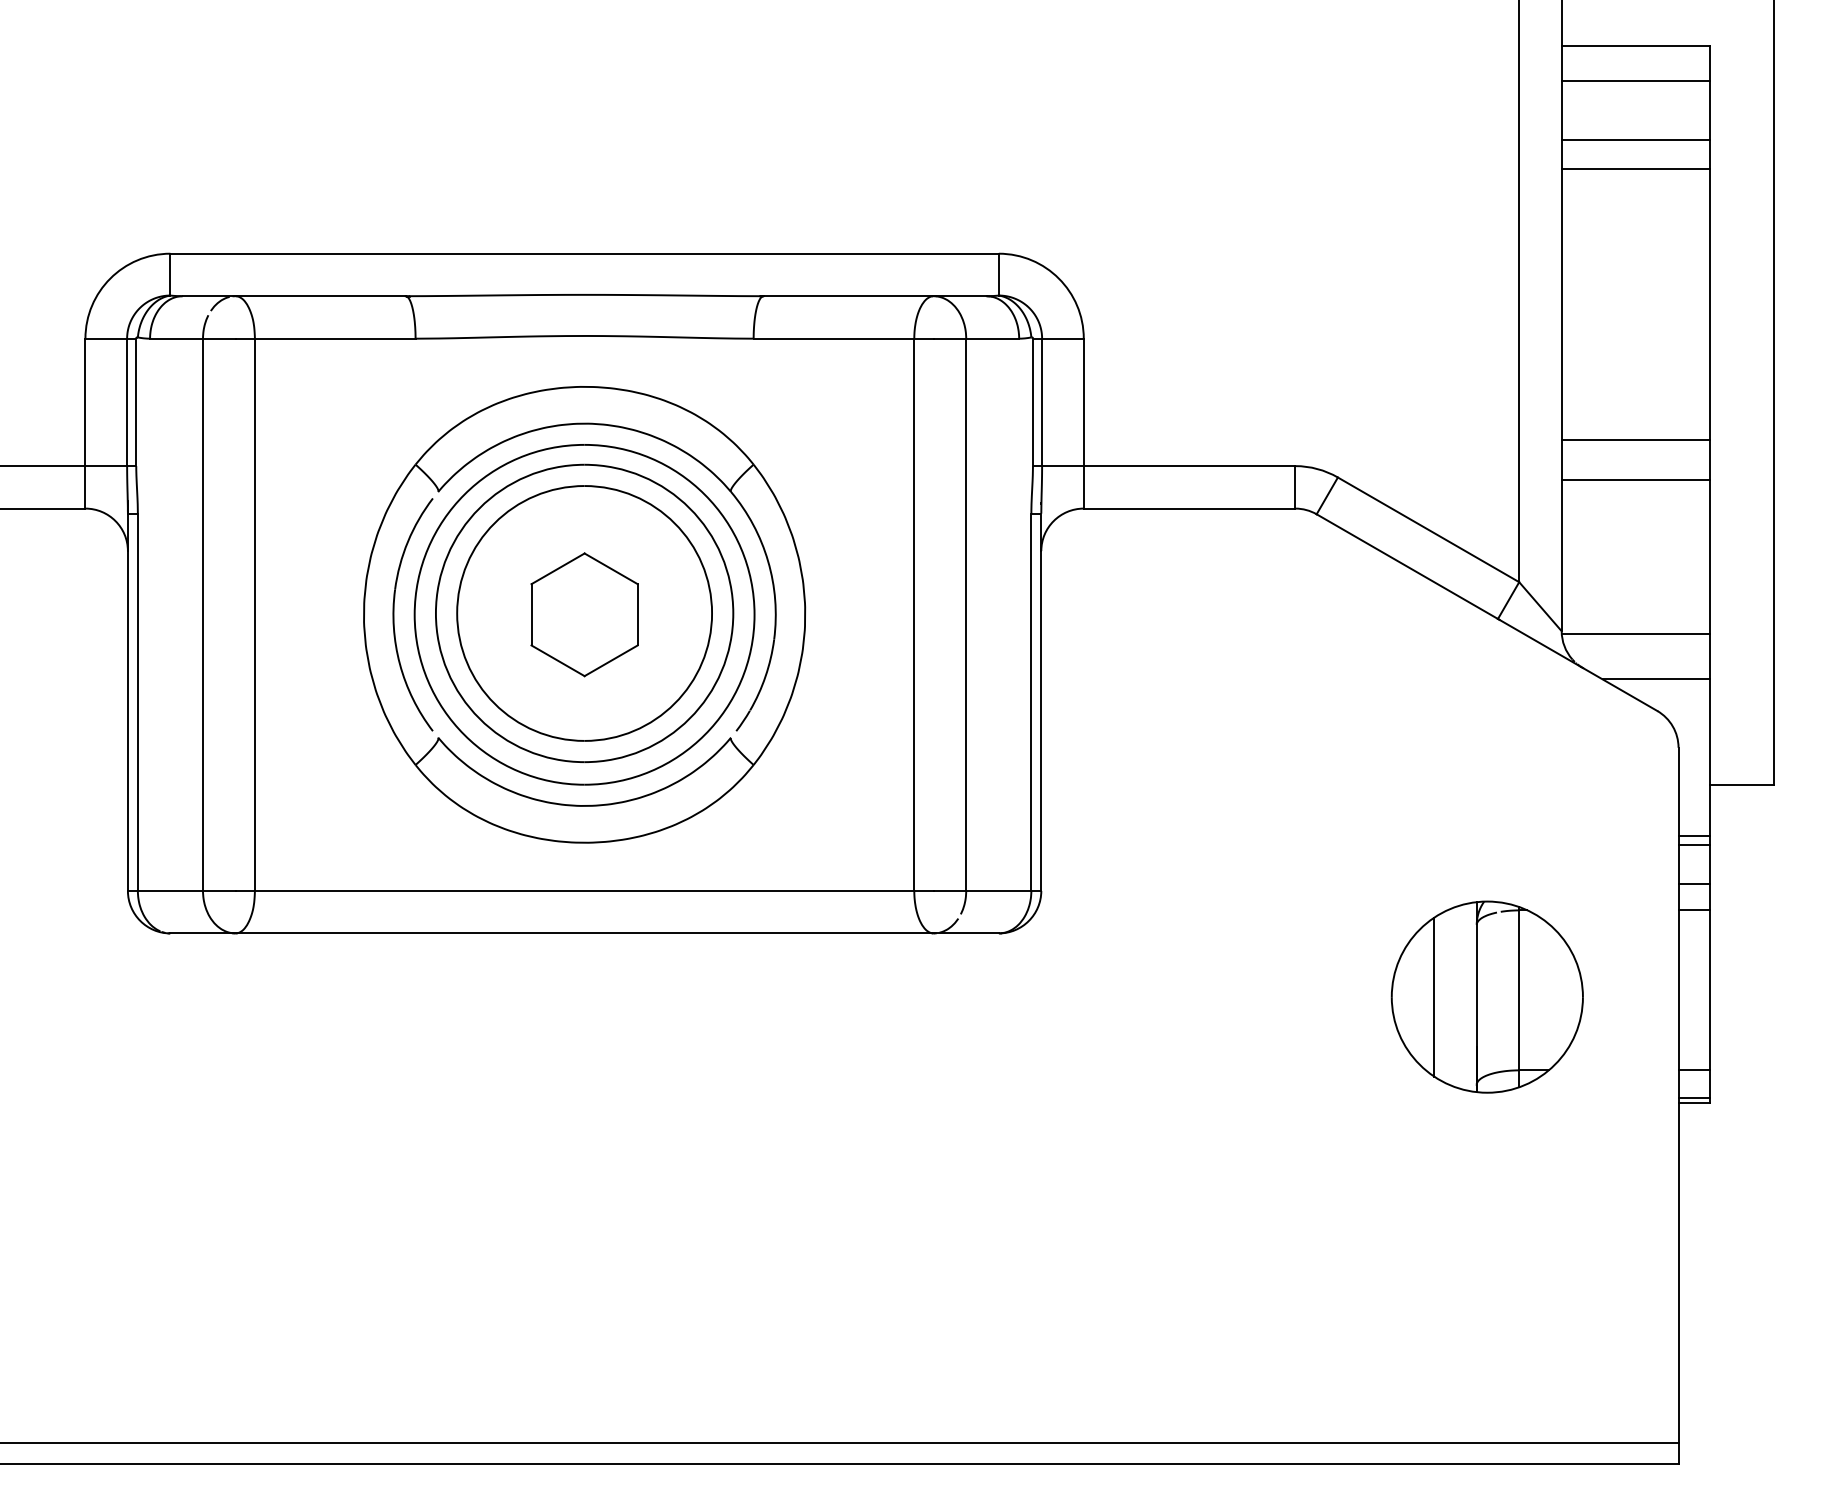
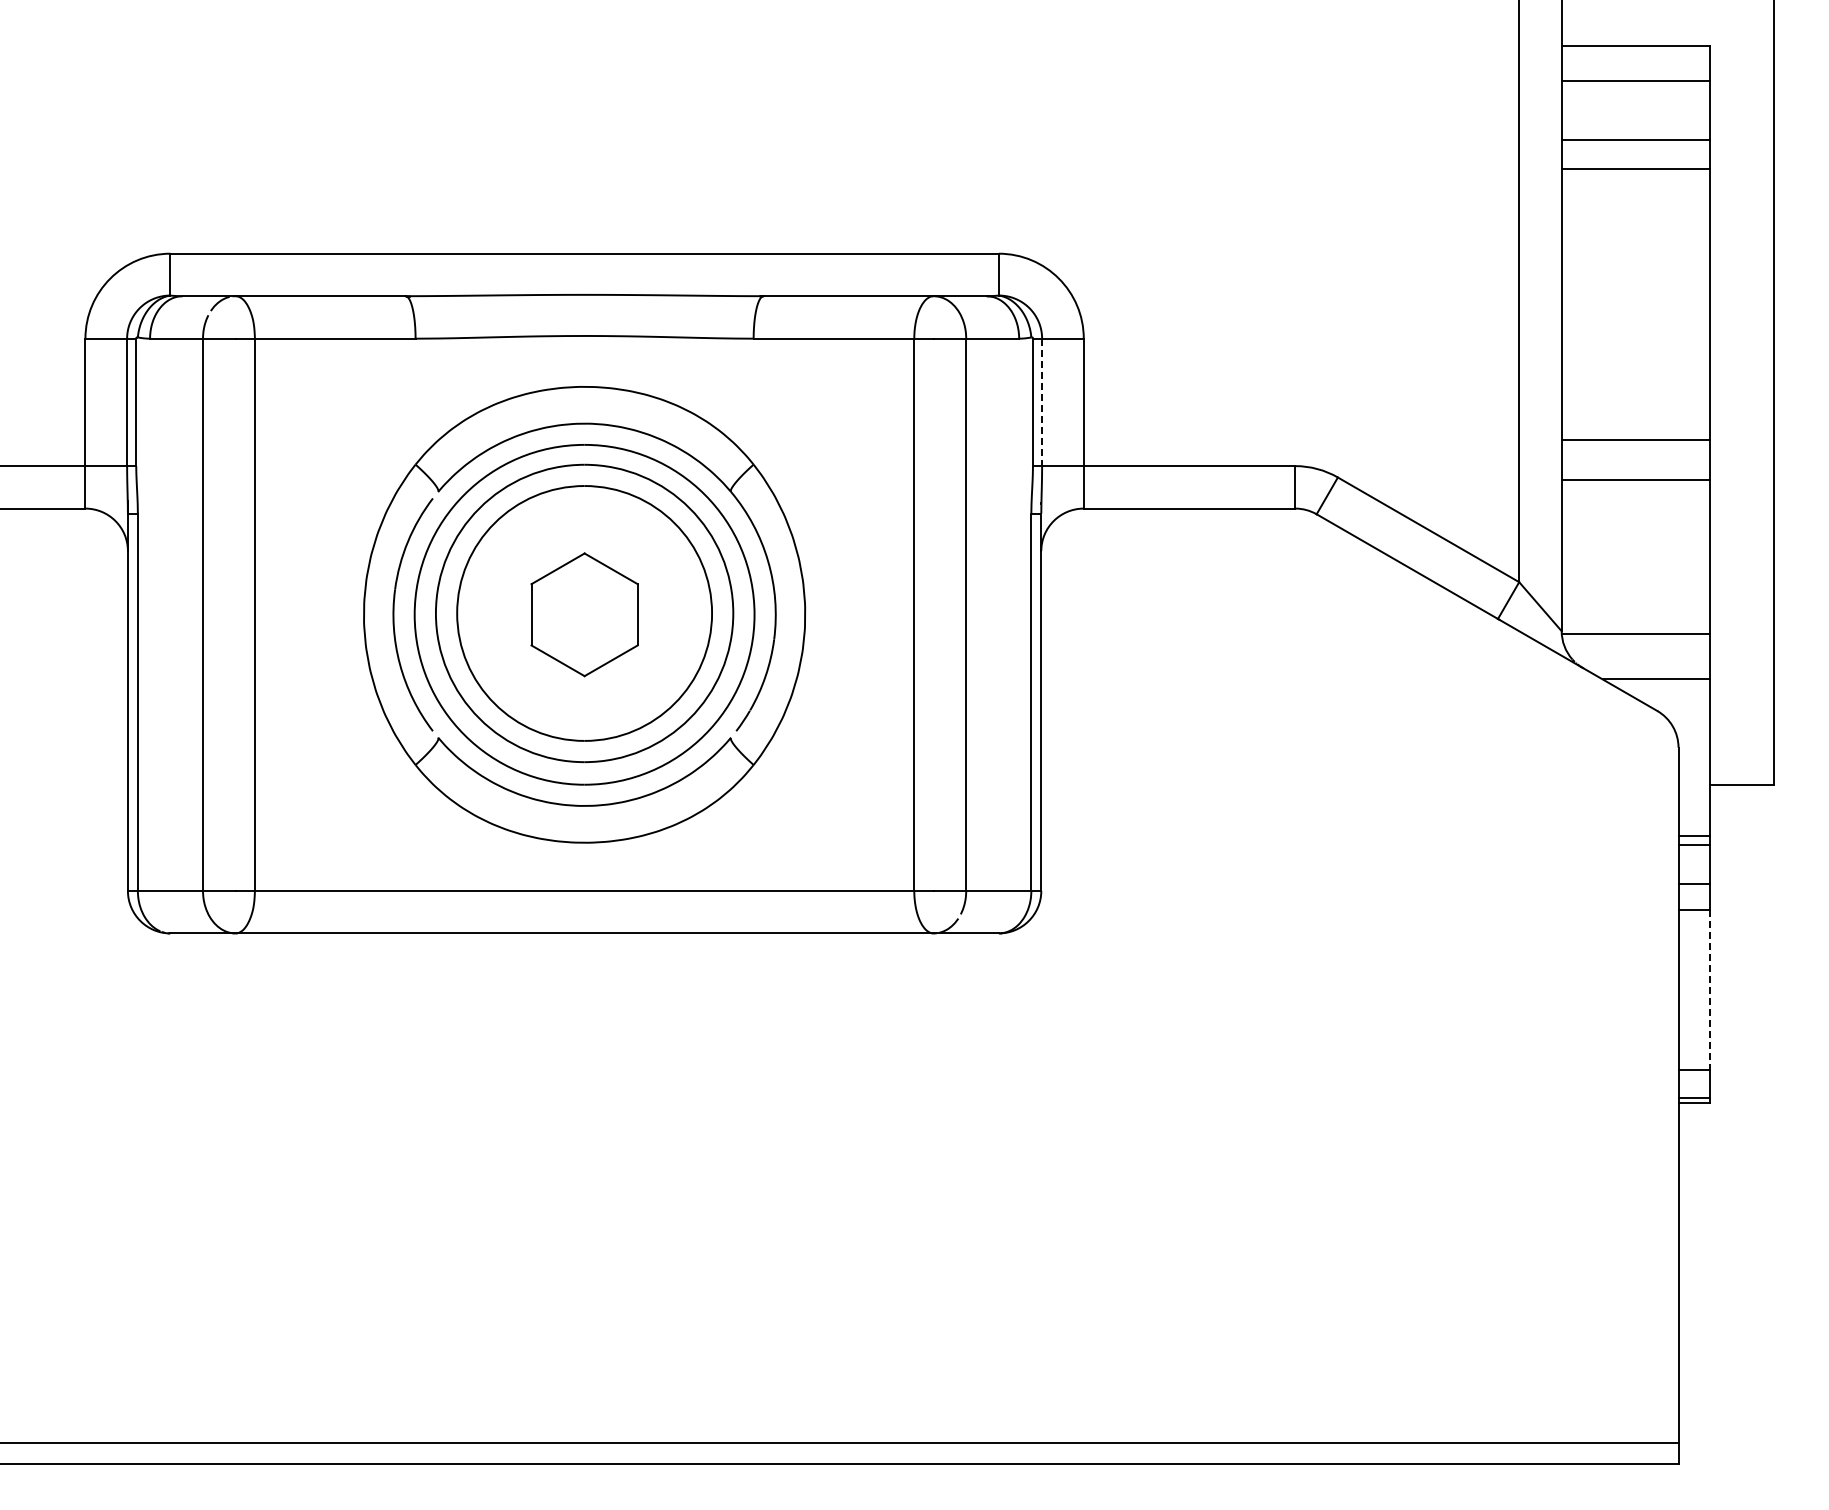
line at (1042, 402): solid -> dashed
line at (1710, 990): solid -> dashed
part at (1486, 996): present -> none
